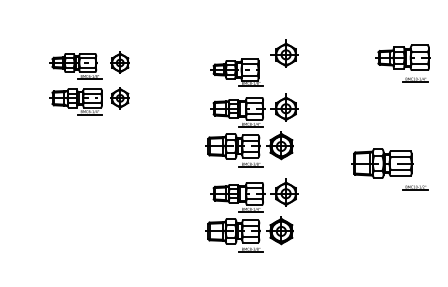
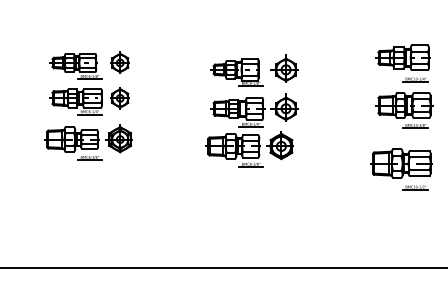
part at (284, 53) position: (284, 53) -> (284, 68)
part at (404, 110): none -> present
part at (88, 142): none -> present
part at (382, 163) position: (382, 163) -> (401, 163)
part at (251, 215): present -> none
line at (223, 267): none -> present
